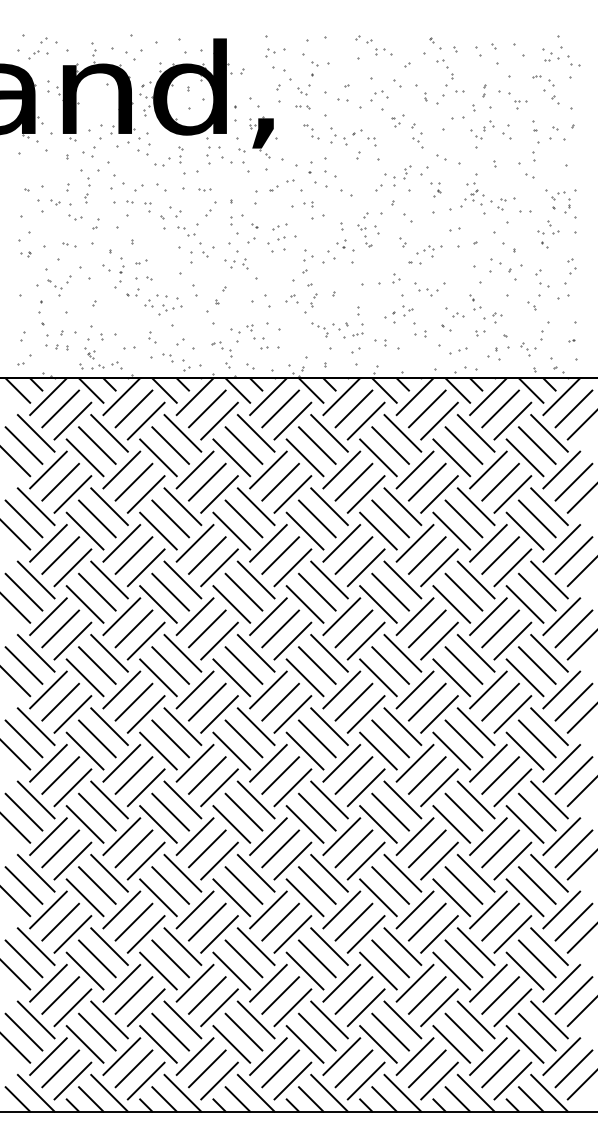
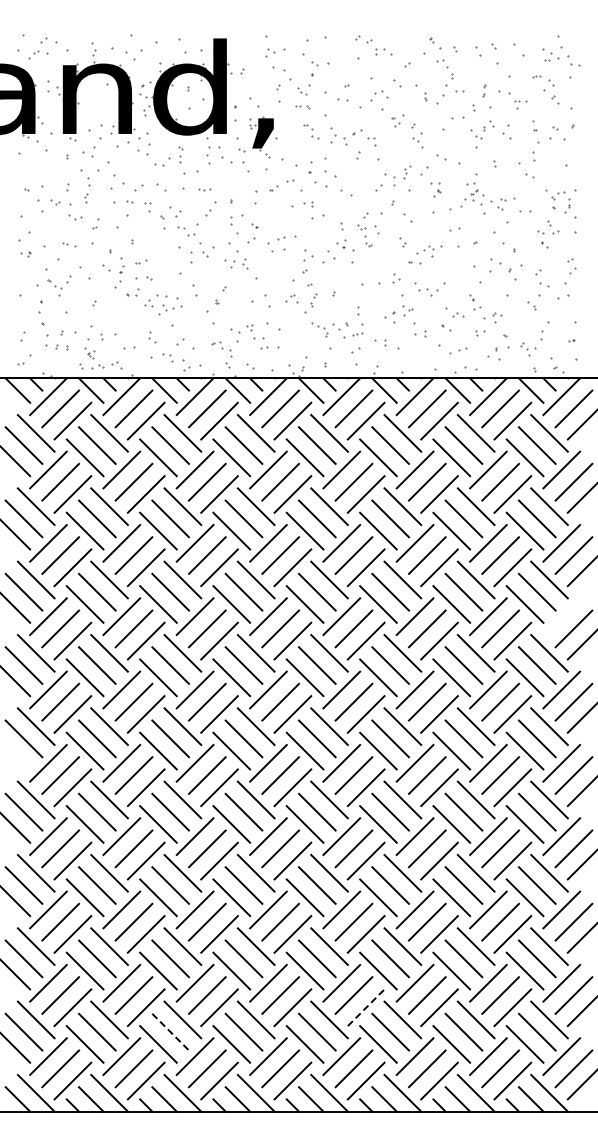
part at (279, 226): present -> none
line at (561, 616): present -> none
line at (16, 755): present -> none
line at (366, 1007): solid -> dashed
line at (170, 1032): solid -> dashed
